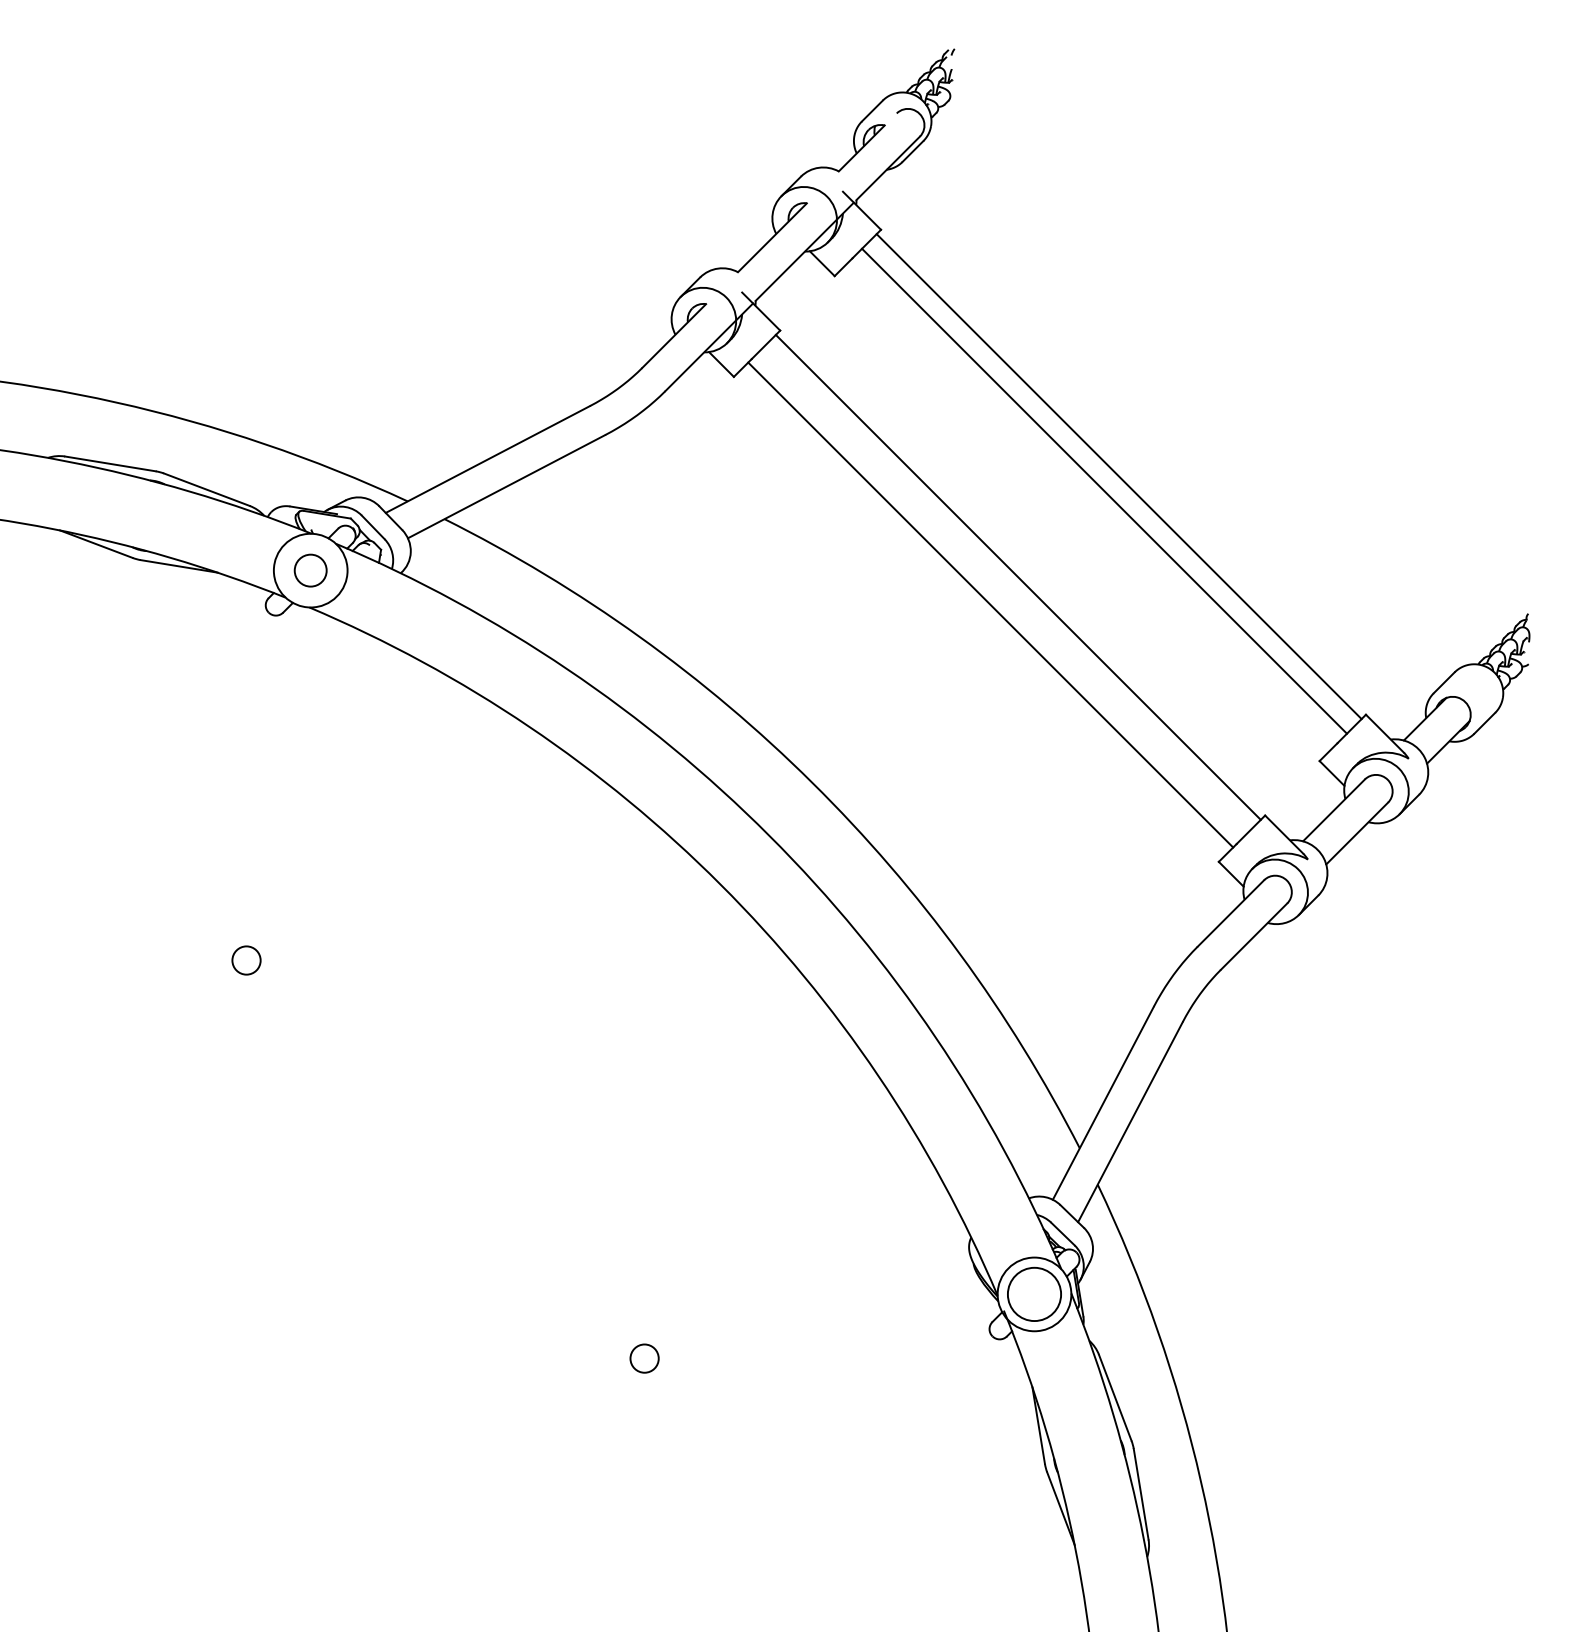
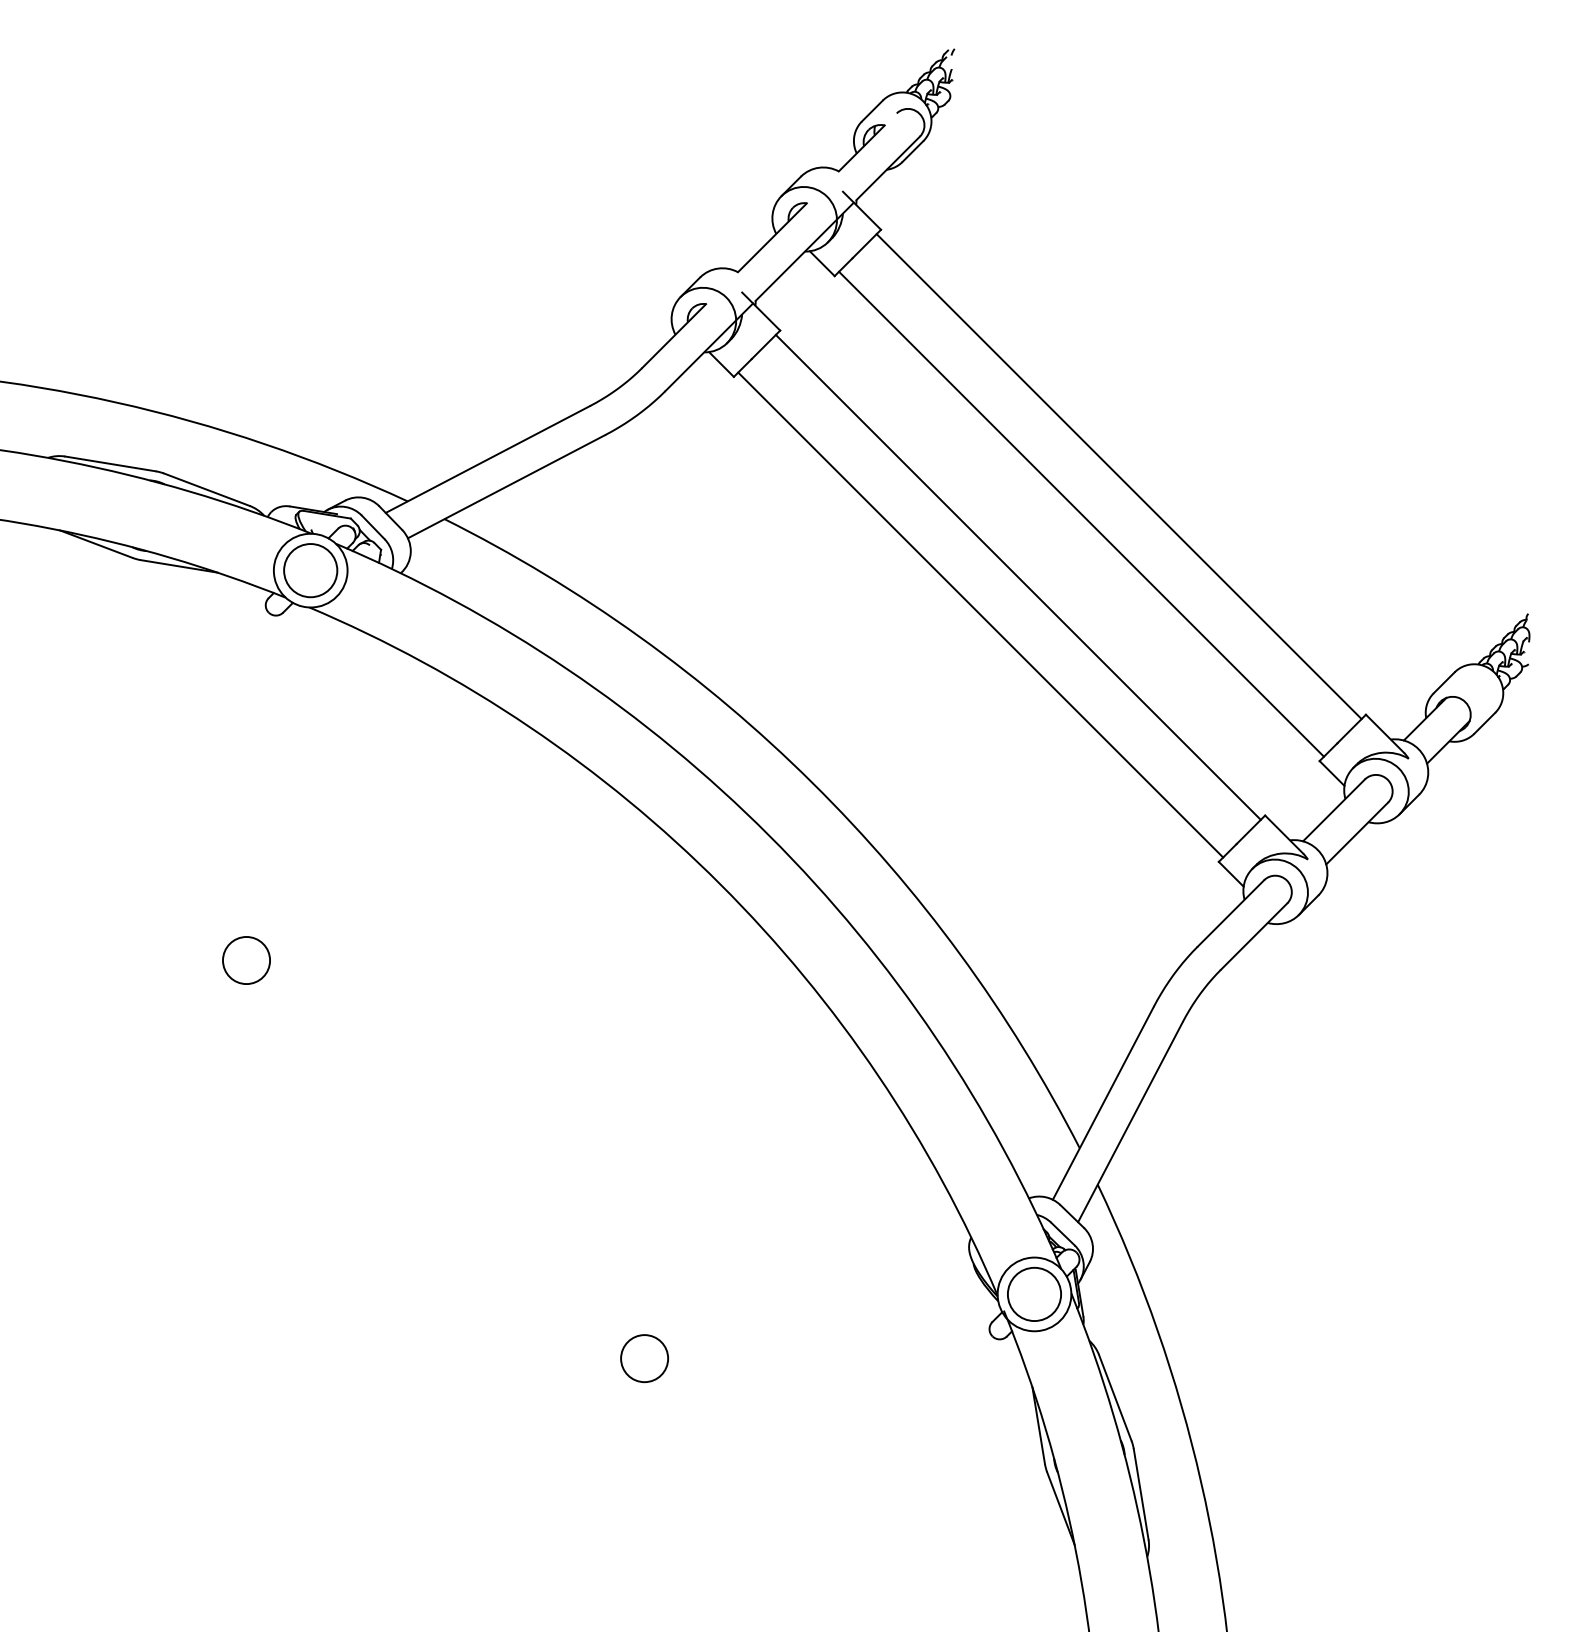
line at (1104, 490) position: (1104, 490) -> (1081, 513)
circle at (310, 570) diameter: 32 px -> 53 px
line at (990, 604) position: (990, 604) -> (980, 614)
circle at (246, 960) diameter: 28 px -> 47 px
circle at (644, 1358) diameter: 28 px -> 47 px
